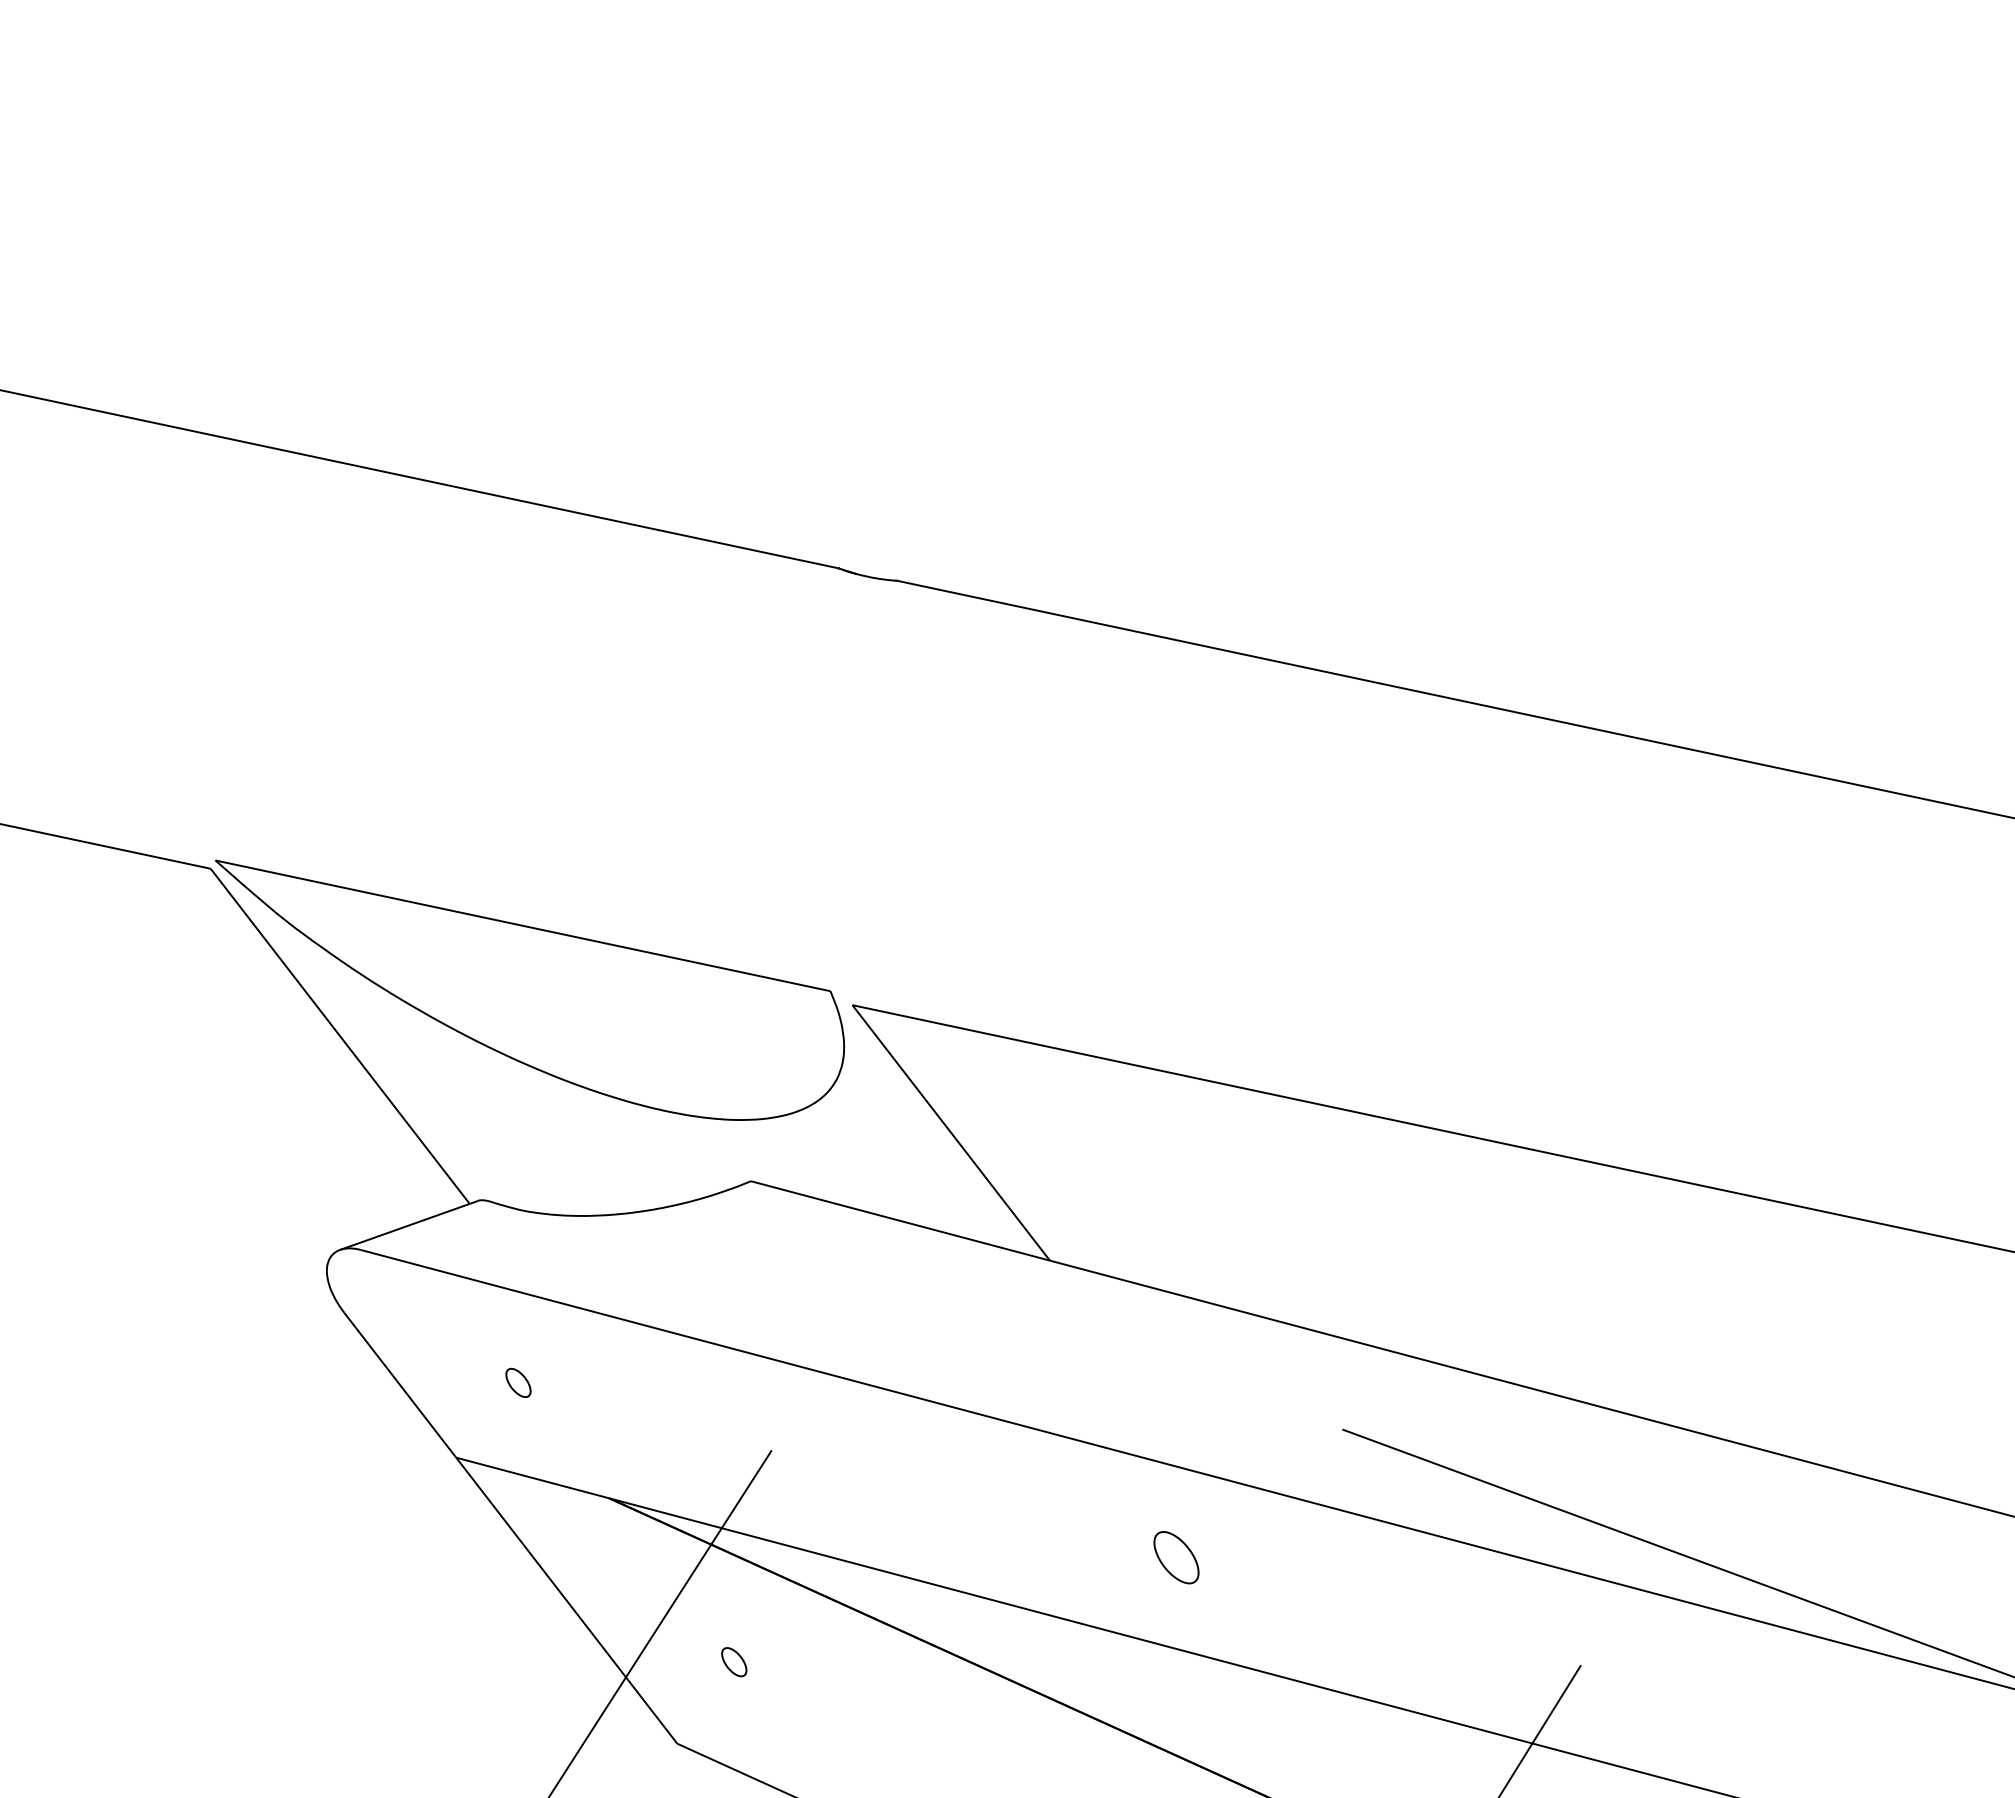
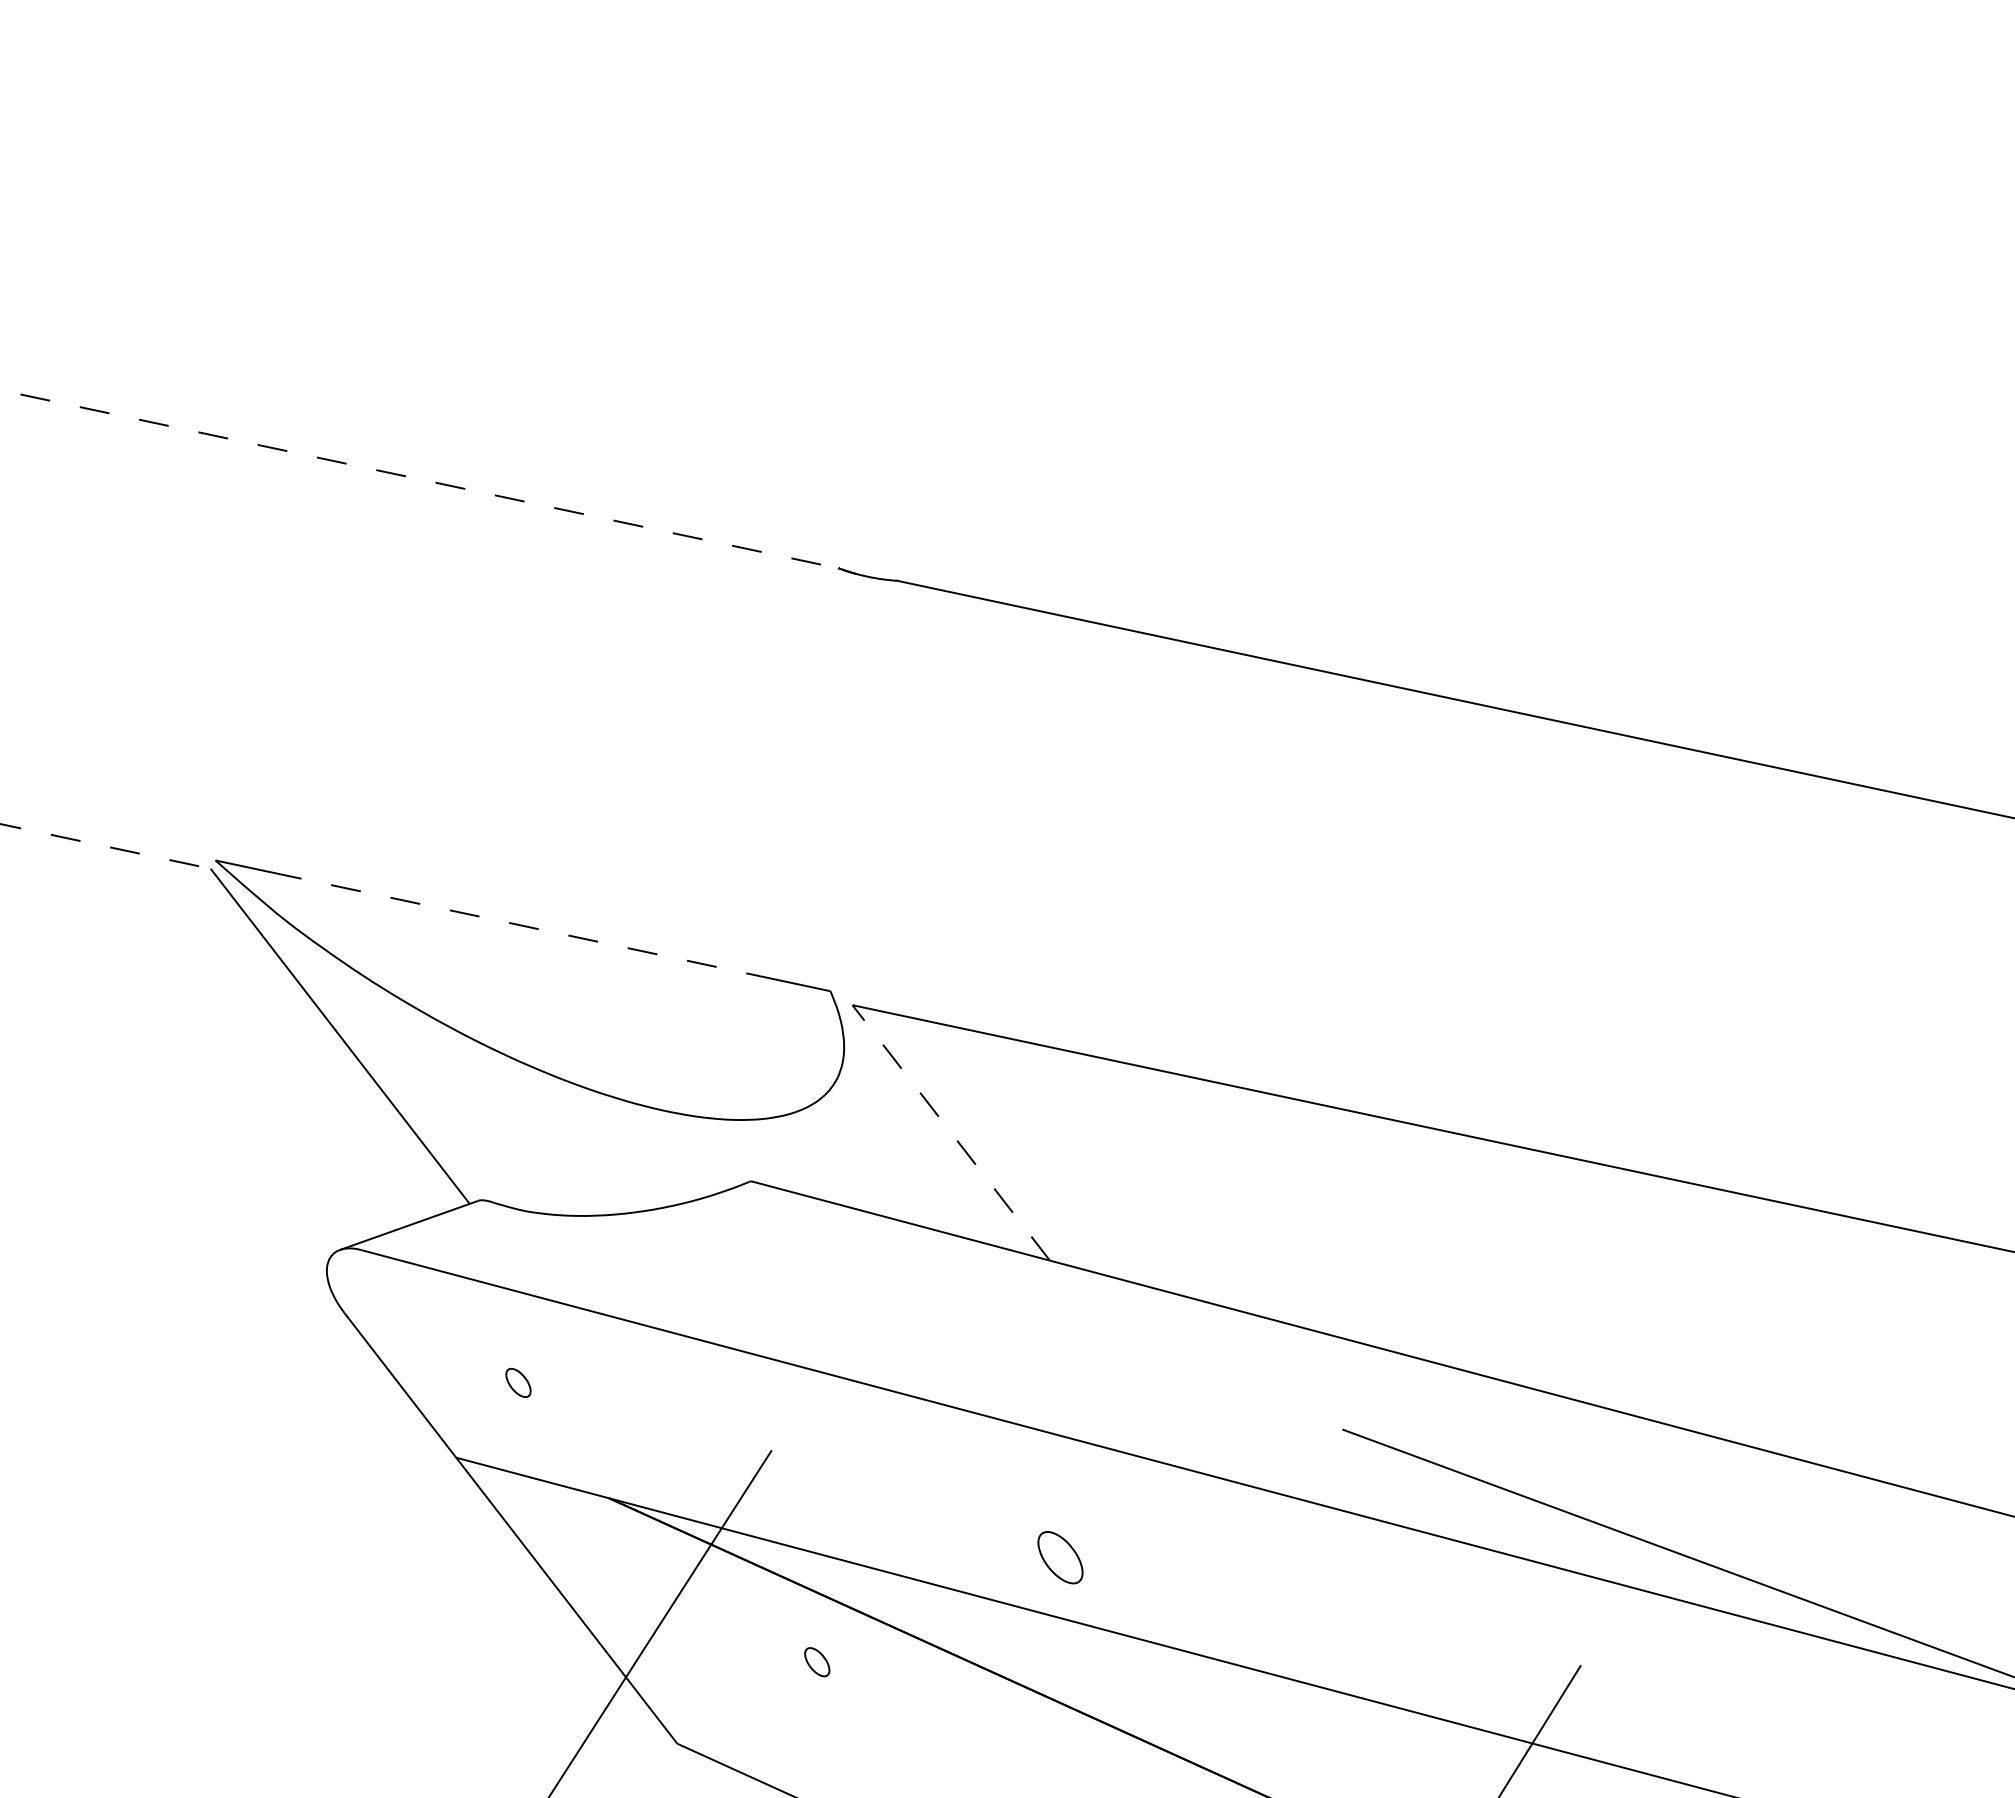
line at (419, 479): solid -> dashed
line at (106, 846): solid -> dashed
line at (516, 924): solid -> dashed
line at (950, 1132): solid -> dashed
part at (1176, 1557) position: (1176, 1557) -> (1060, 1557)
part at (734, 1662) position: (734, 1662) -> (817, 1662)
